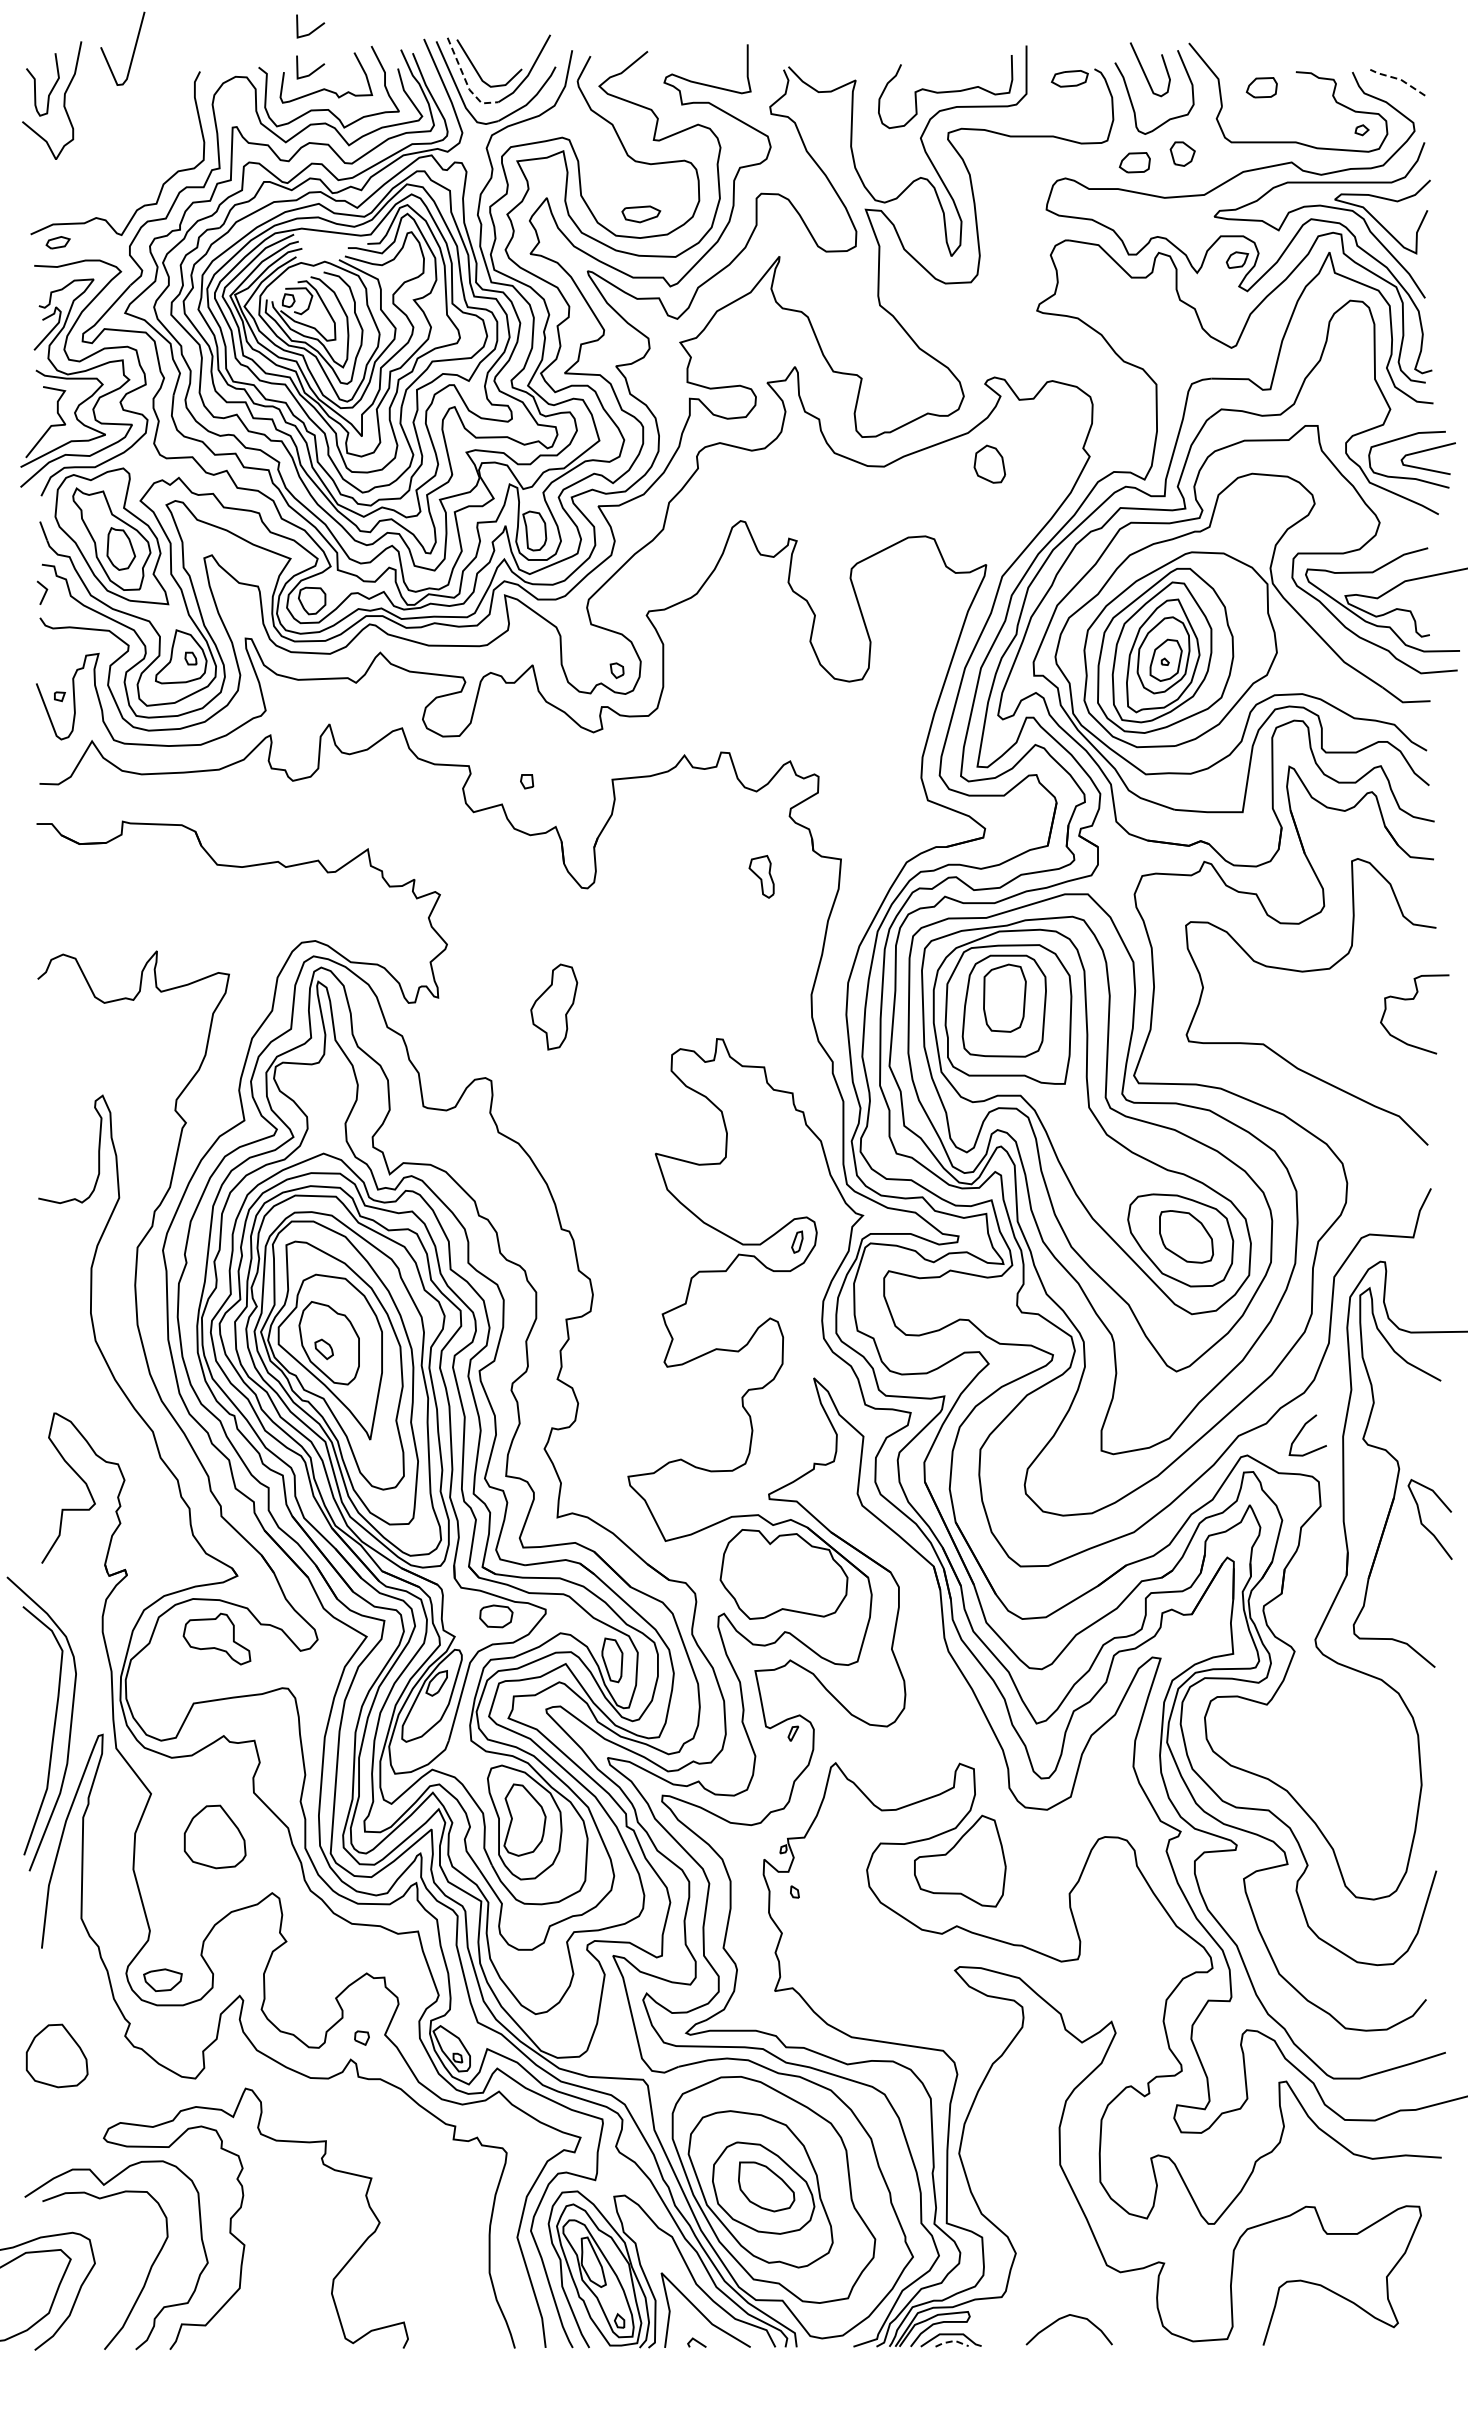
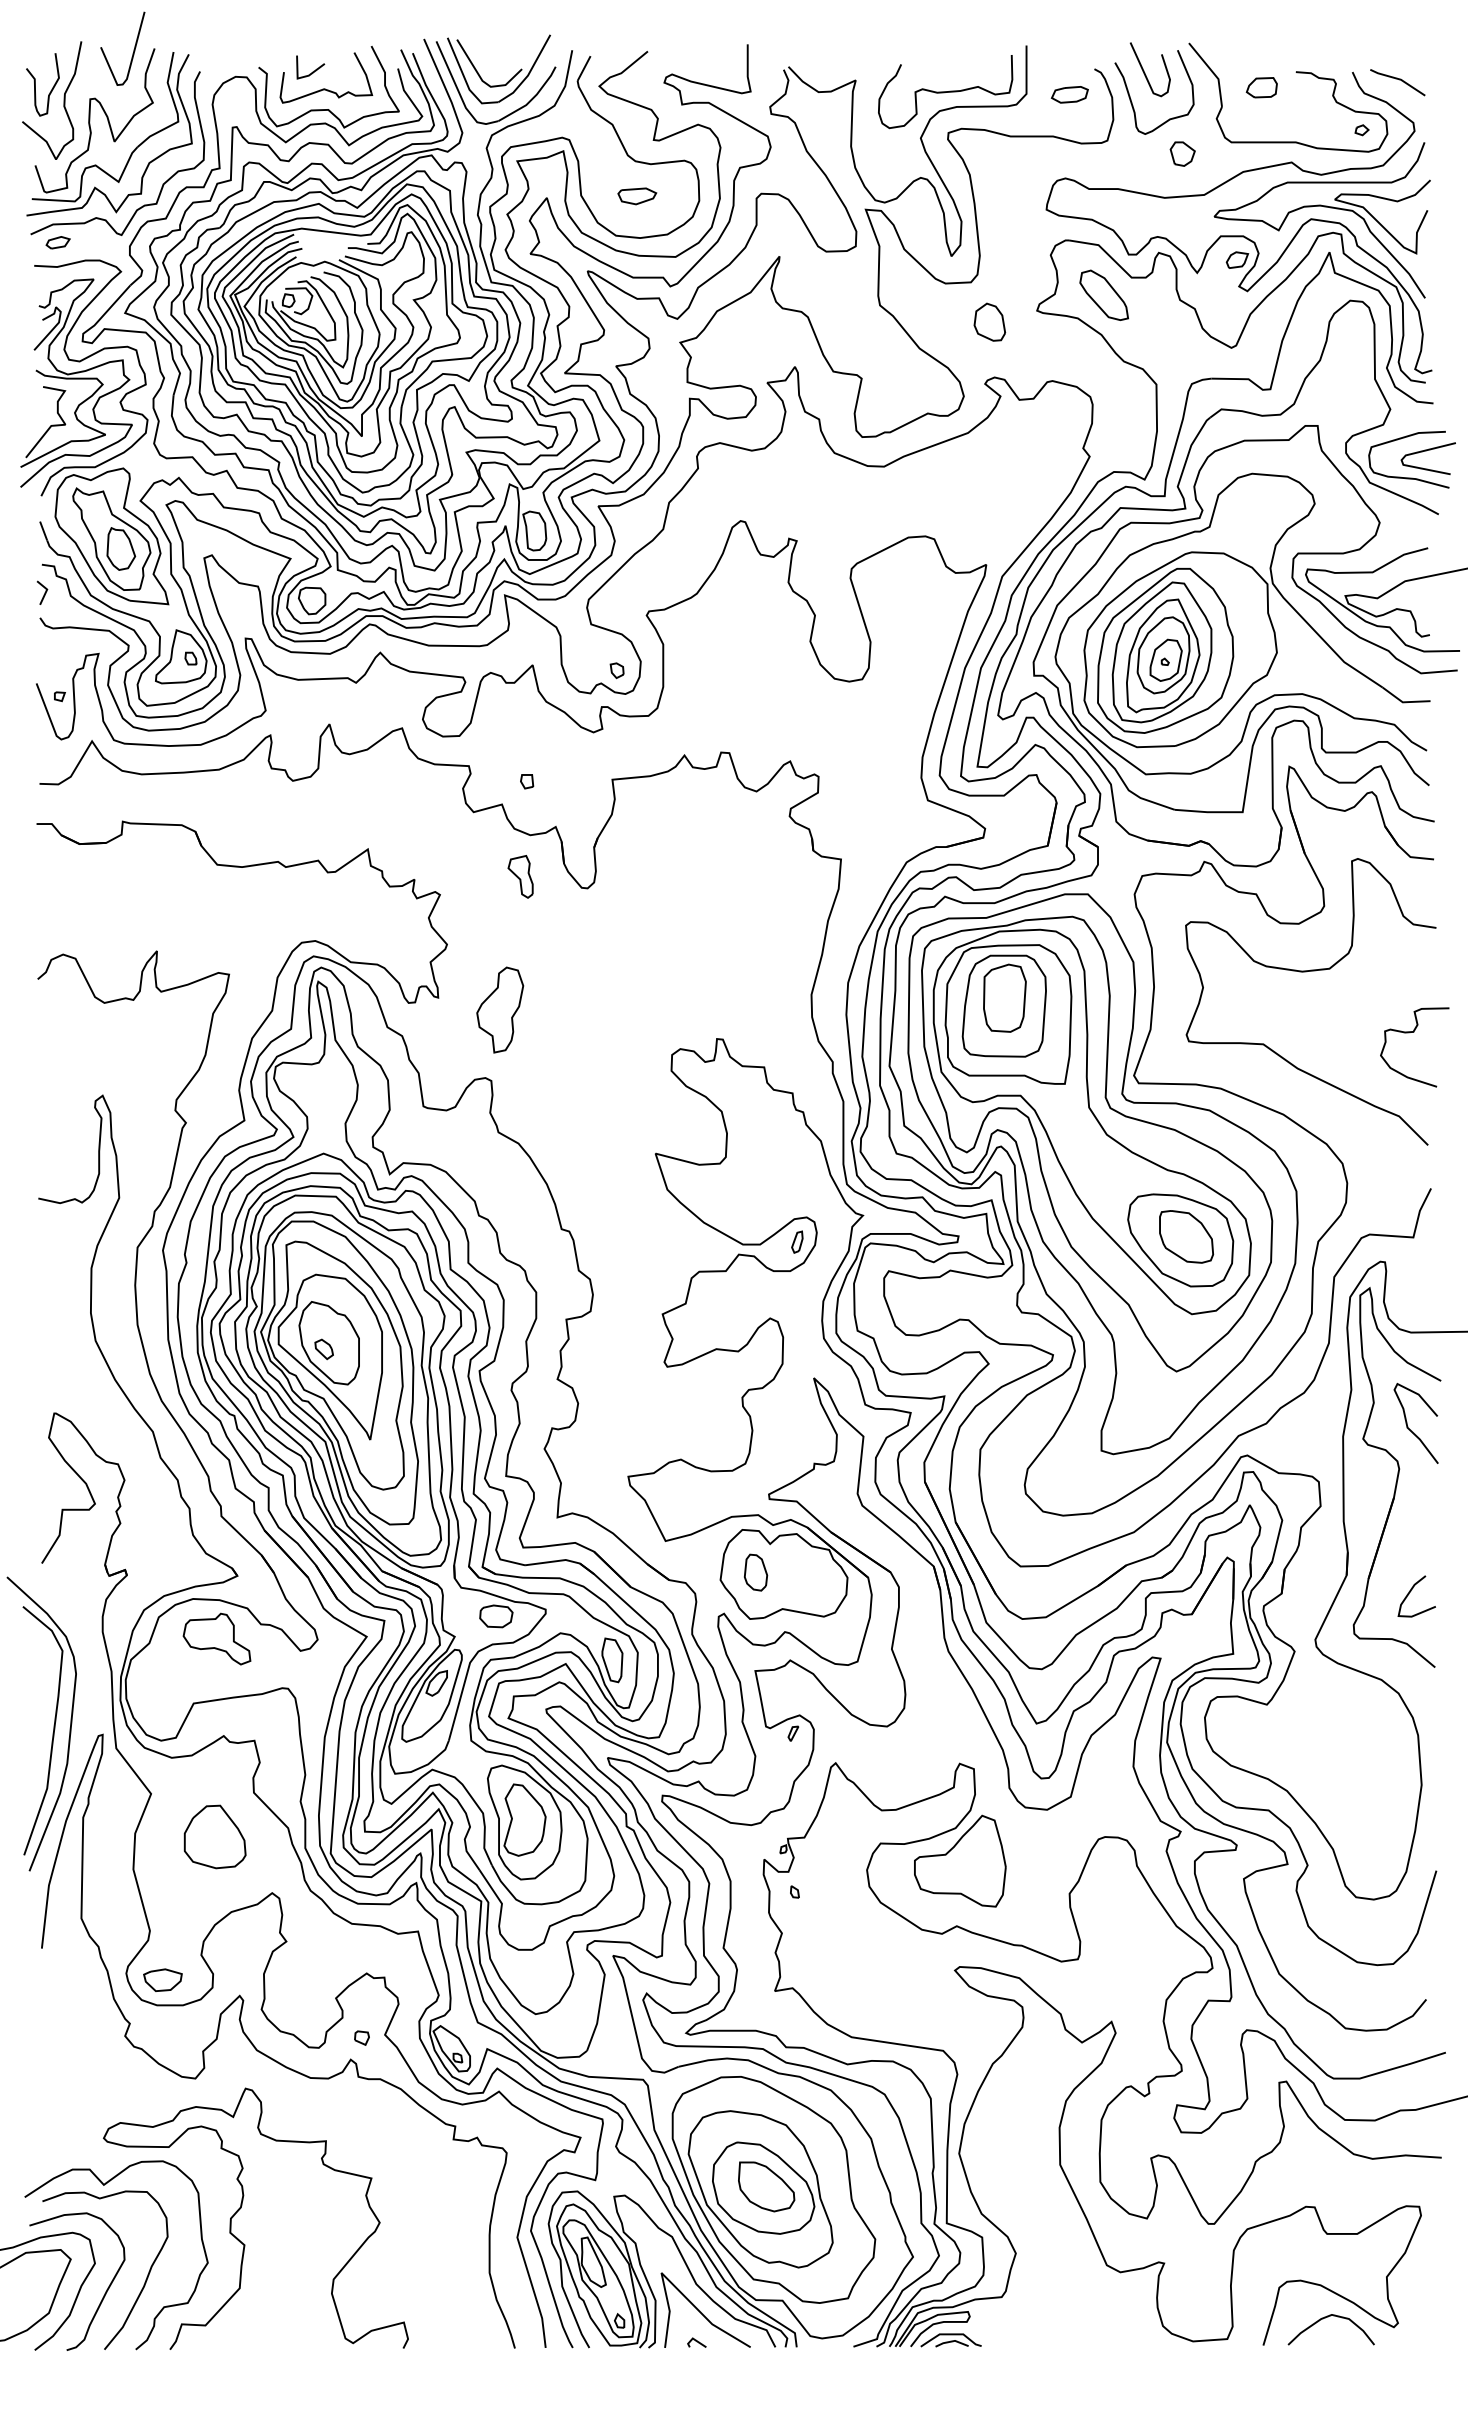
line at (312, 30): present -> none
part at (1069, 78) position: (1069, 78) -> (1069, 94)
line at (1399, 79): dashed -> solid
line at (466, 81): dashed -> solid
part at (109, 132): none -> present
part at (1134, 162): present -> none
part at (641, 214) position: (641, 214) -> (637, 196)
part at (1103, 294): none -> present
part at (989, 463) position: (989, 463) -> (989, 321)
part at (761, 876) position: (761, 876) -> (520, 876)
curve at (1409, 1000) position: (1409, 1000) -> (1409, 1033)
part at (554, 1006) position: (554, 1006) -> (500, 1009)
curve at (1302, 1430) position: (1302, 1430) -> (1411, 1591)
curve at (1422, 1522) position: (1422, 1522) -> (1408, 1426)
part at (755, 1572): none -> present
part at (56, 2055): present -> none
curve at (103, 2295): none -> present
curve at (1063, 2318) position: (1063, 2318) -> (1325, 2318)
line at (952, 2341): dashed -> solid
